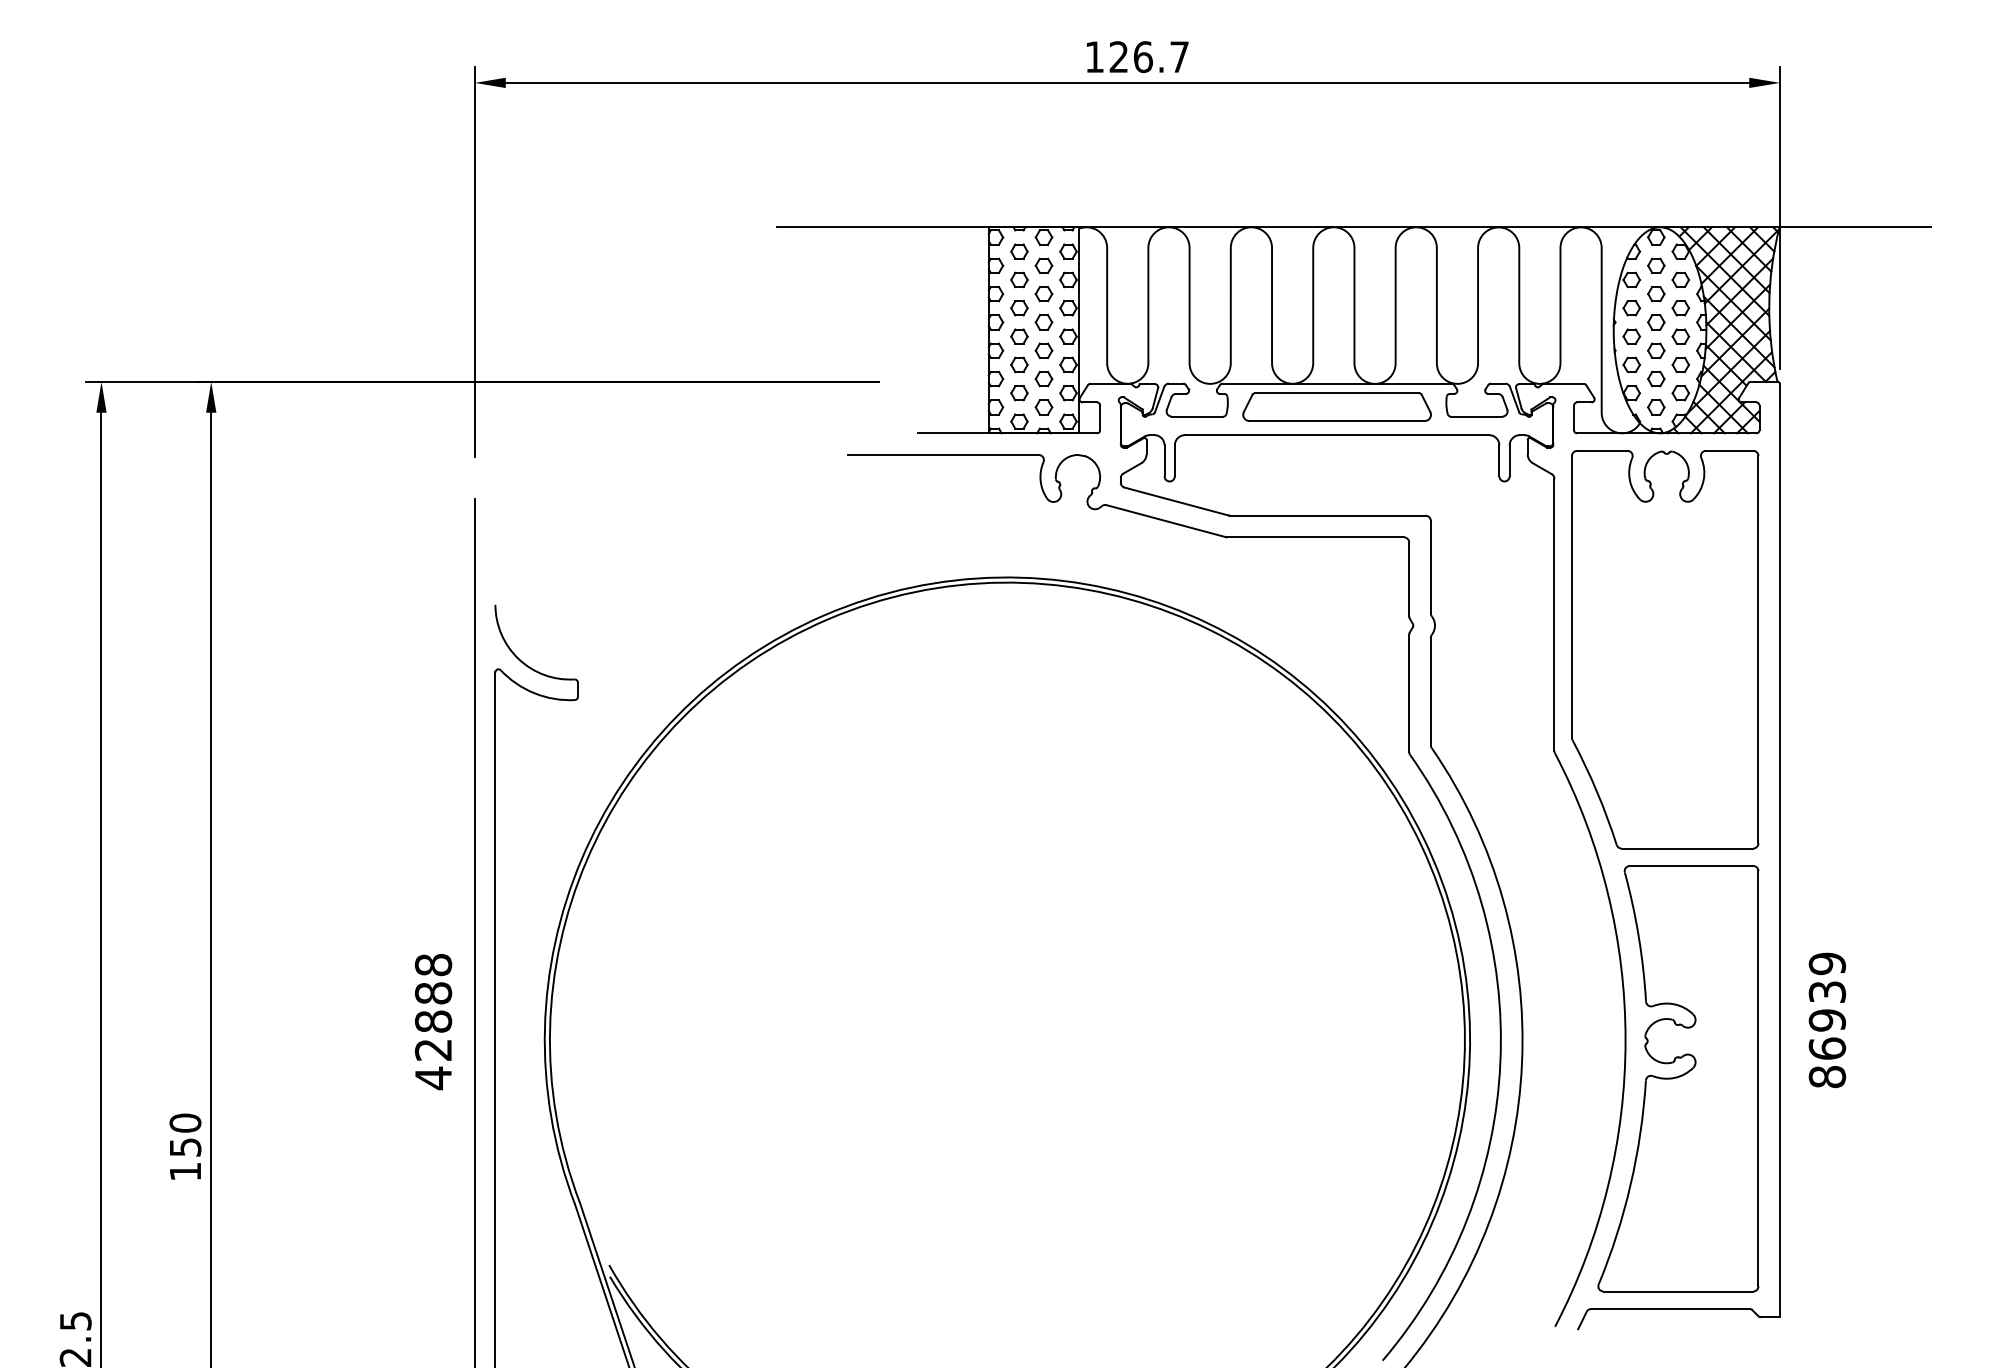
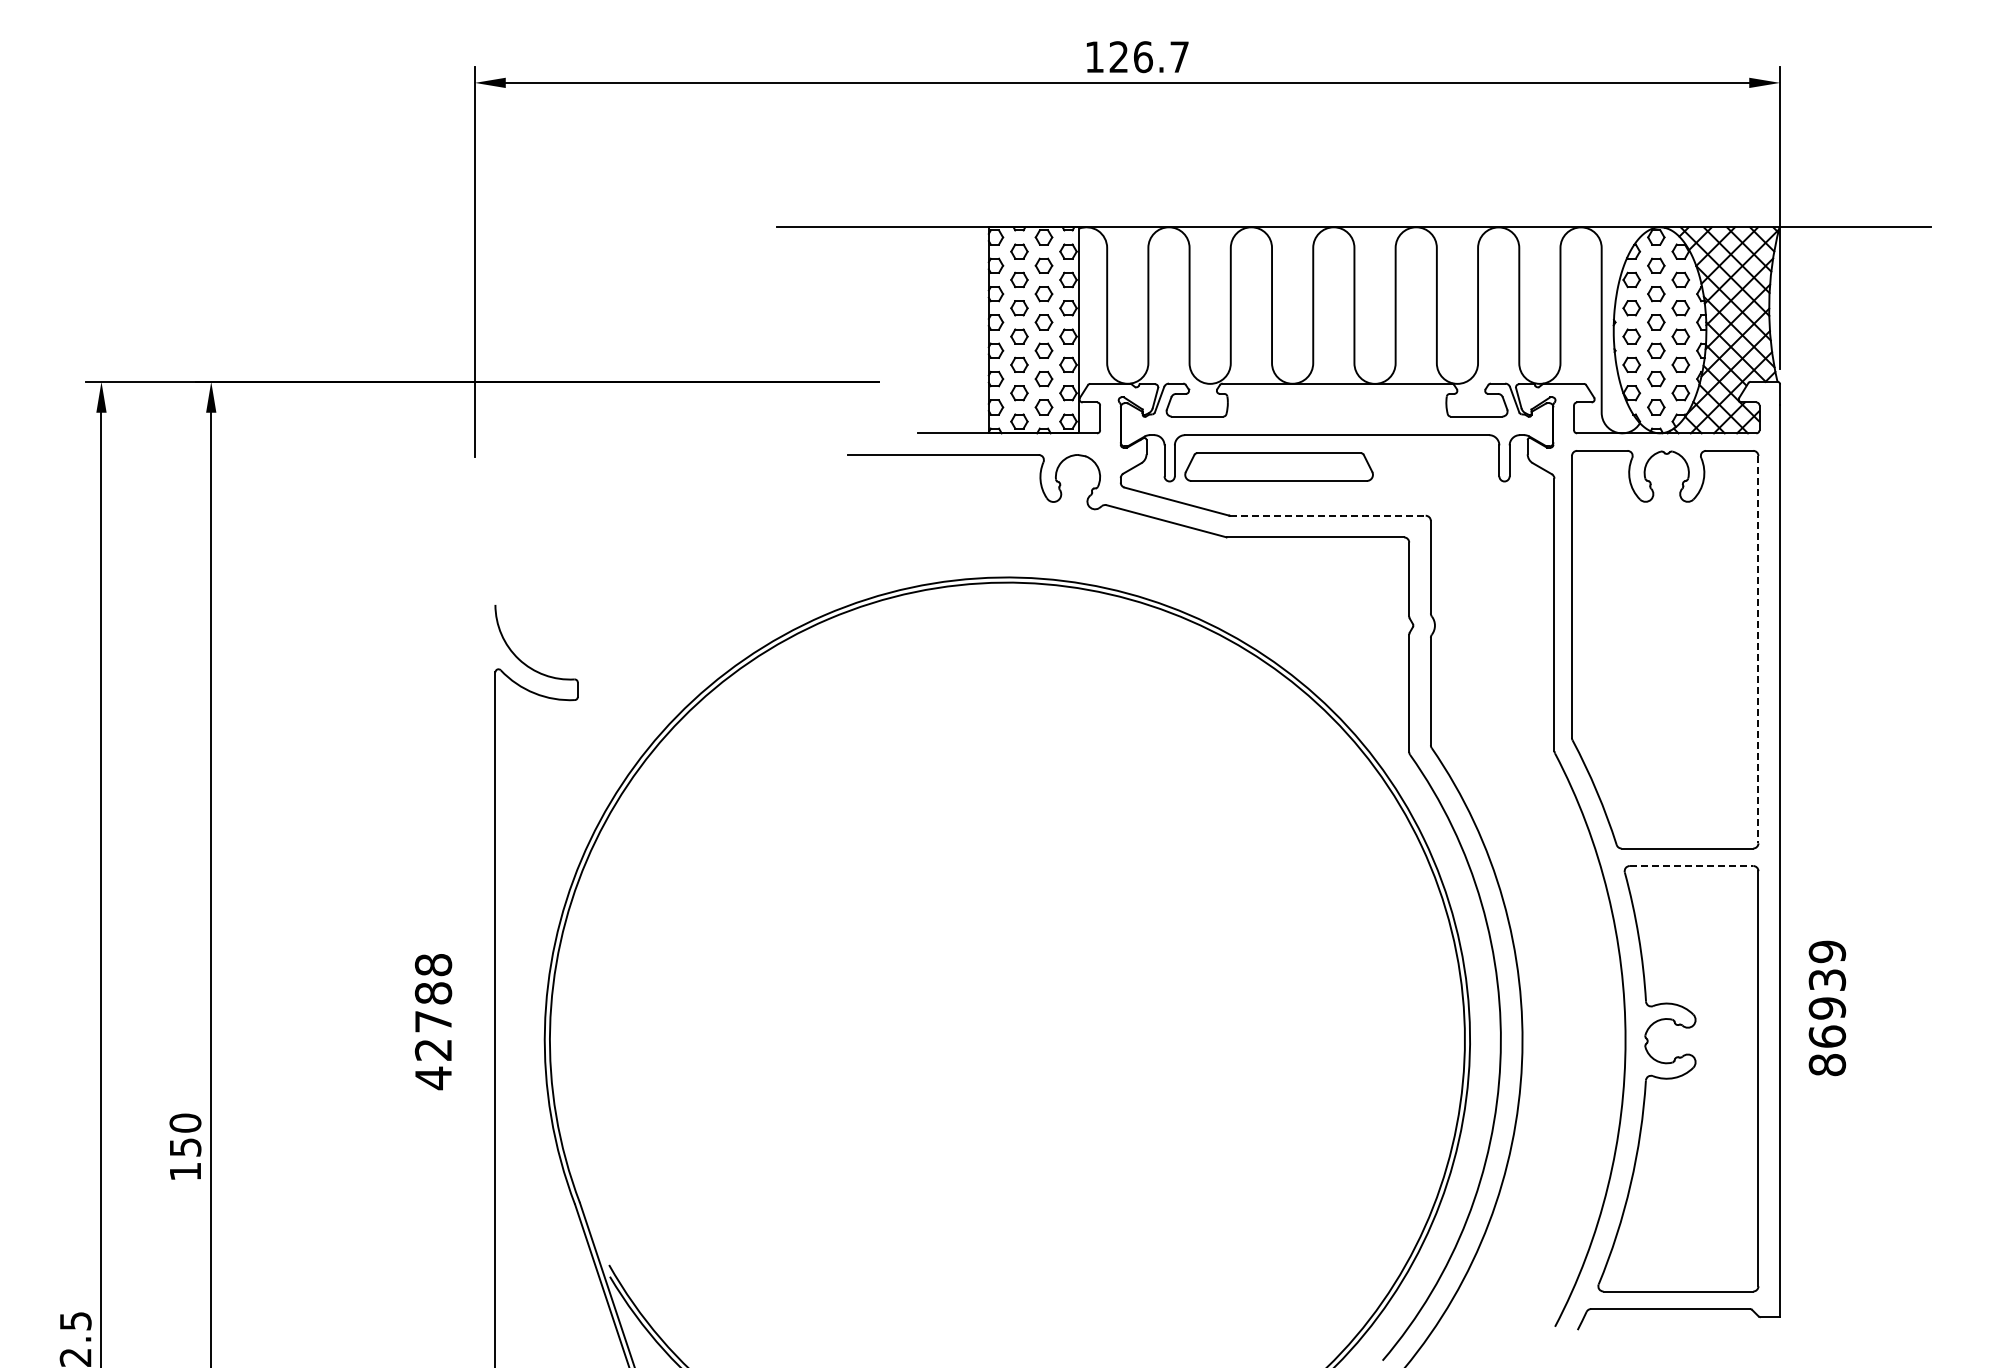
part at (1336, 406) position: (1336, 406) -> (1278, 466)
line at (1328, 515): solid -> dashed
line at (1758, 649): solid -> dashed
line at (1691, 866): solid -> dashed
line at (474, 931): present -> none
text at (1827, 1020) position: (1827, 1020) -> (1827, 1008)
text at (433, 1021): 42888 -> 42788
